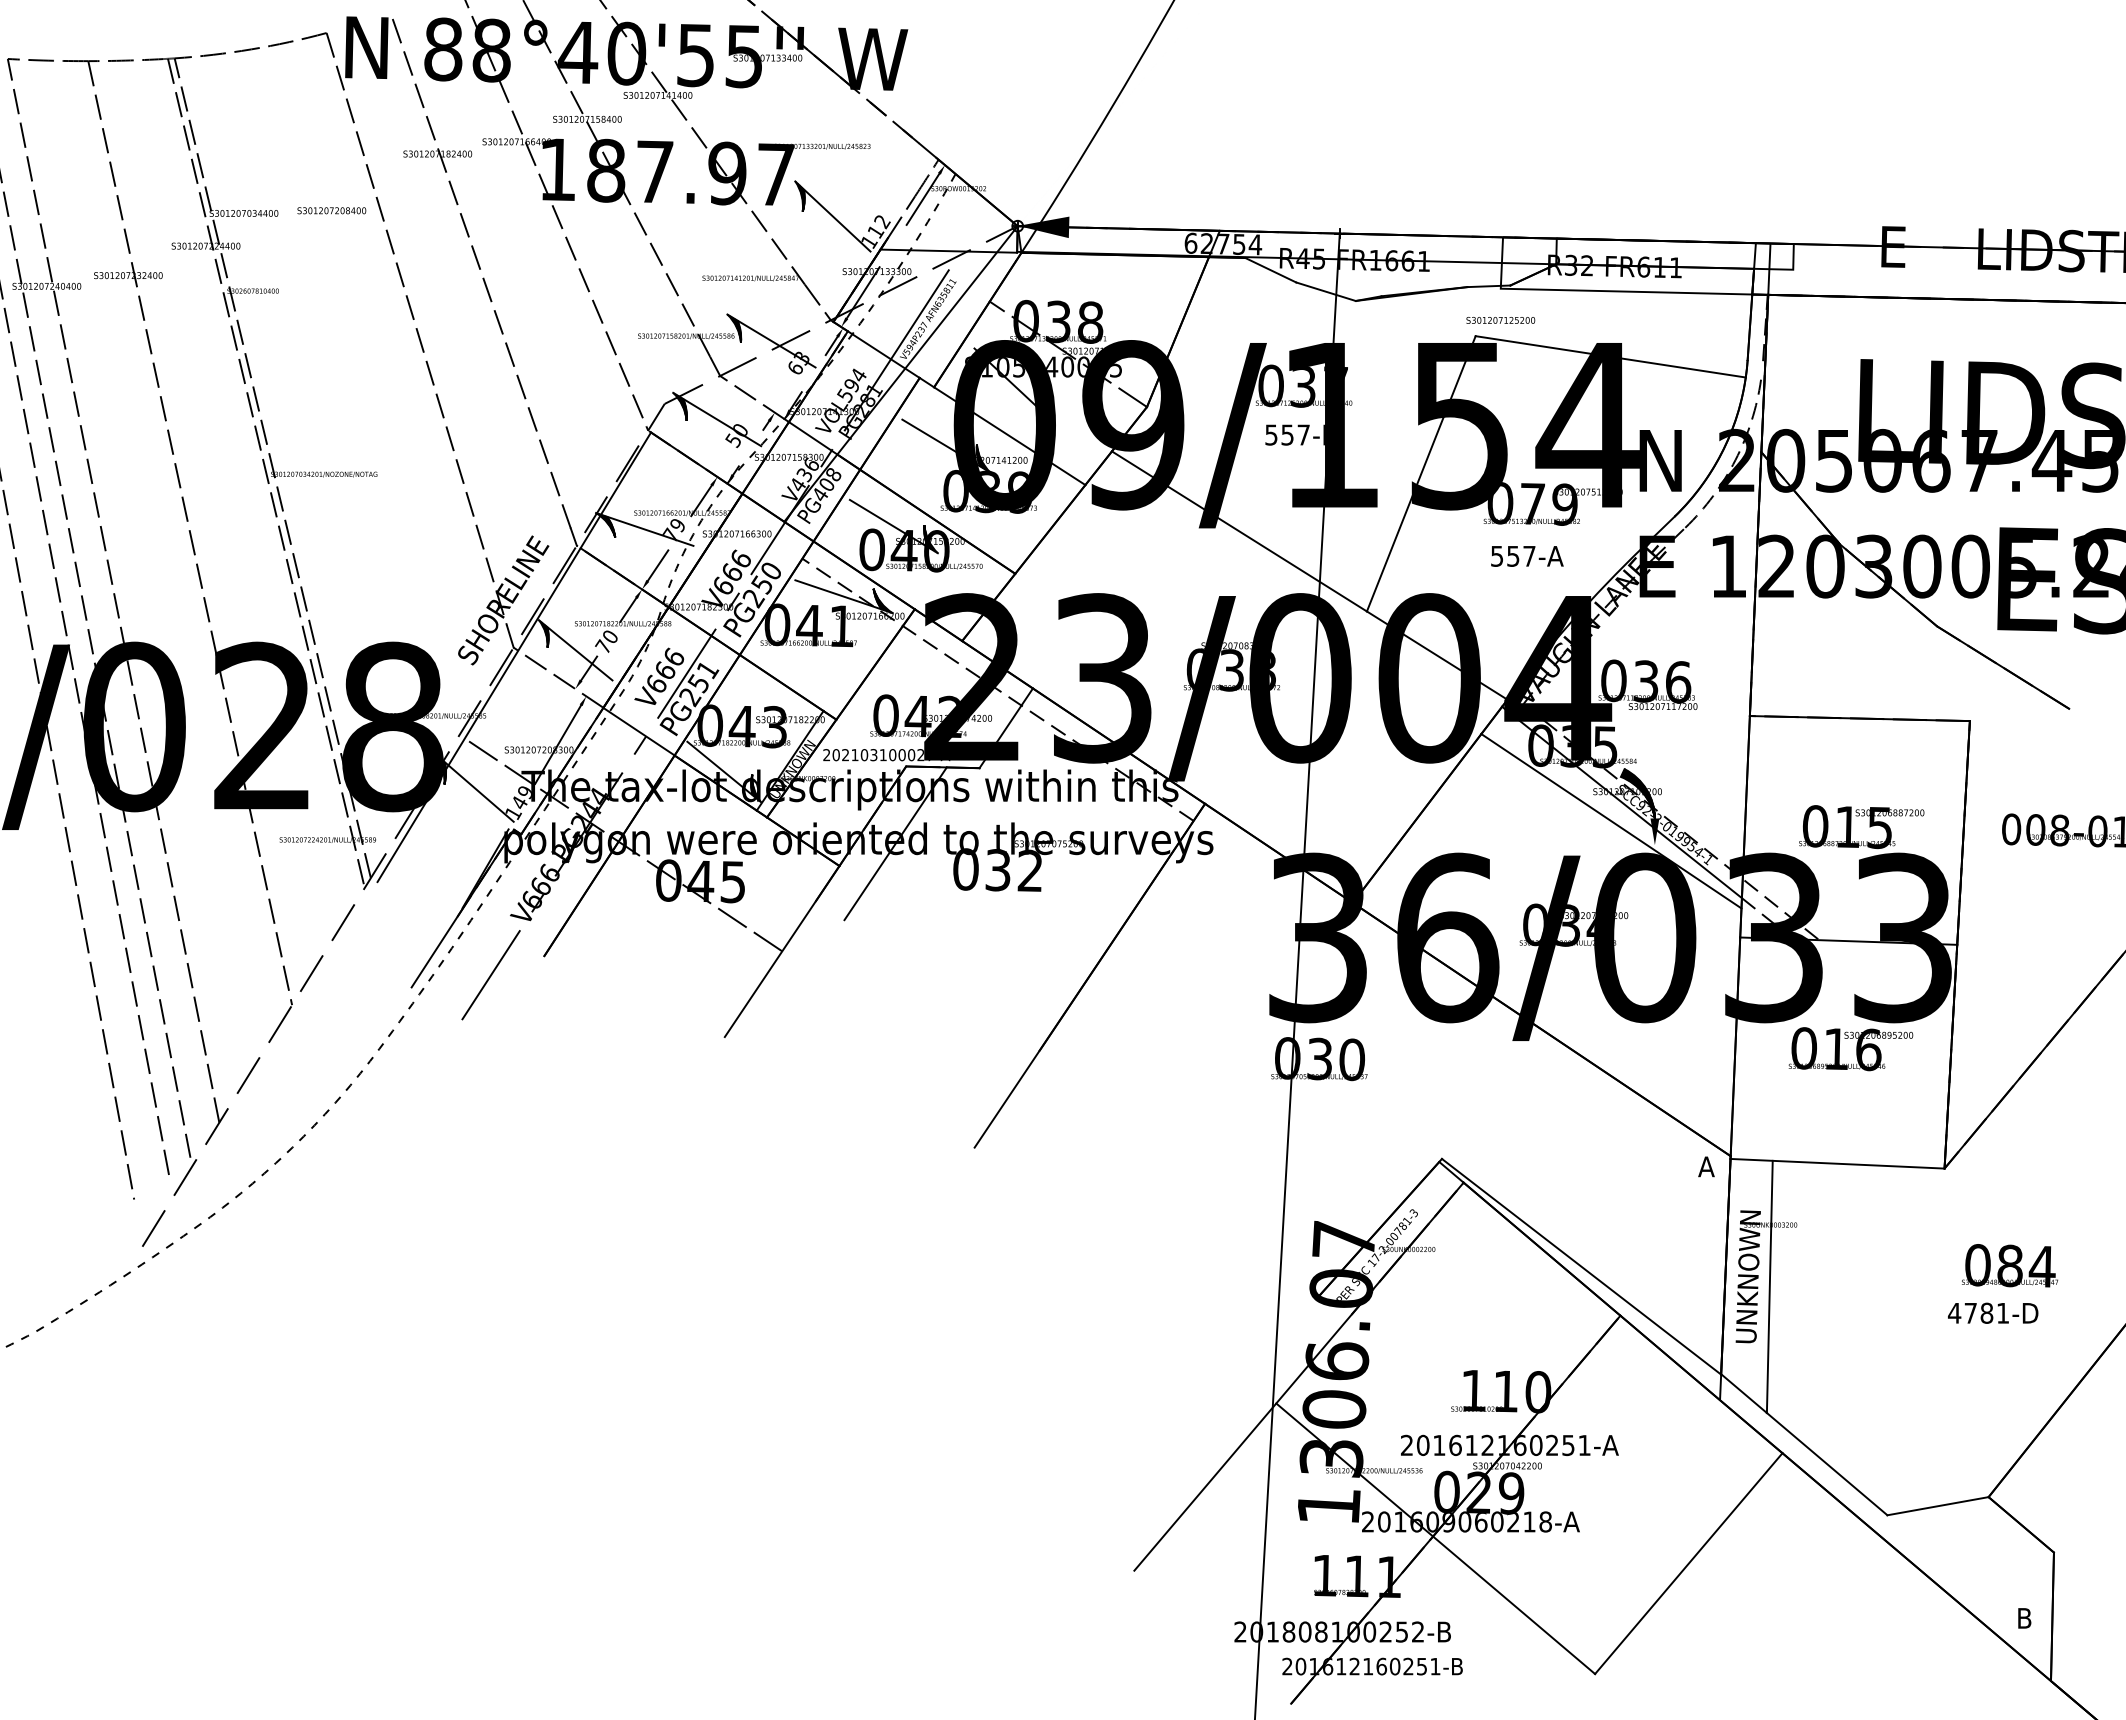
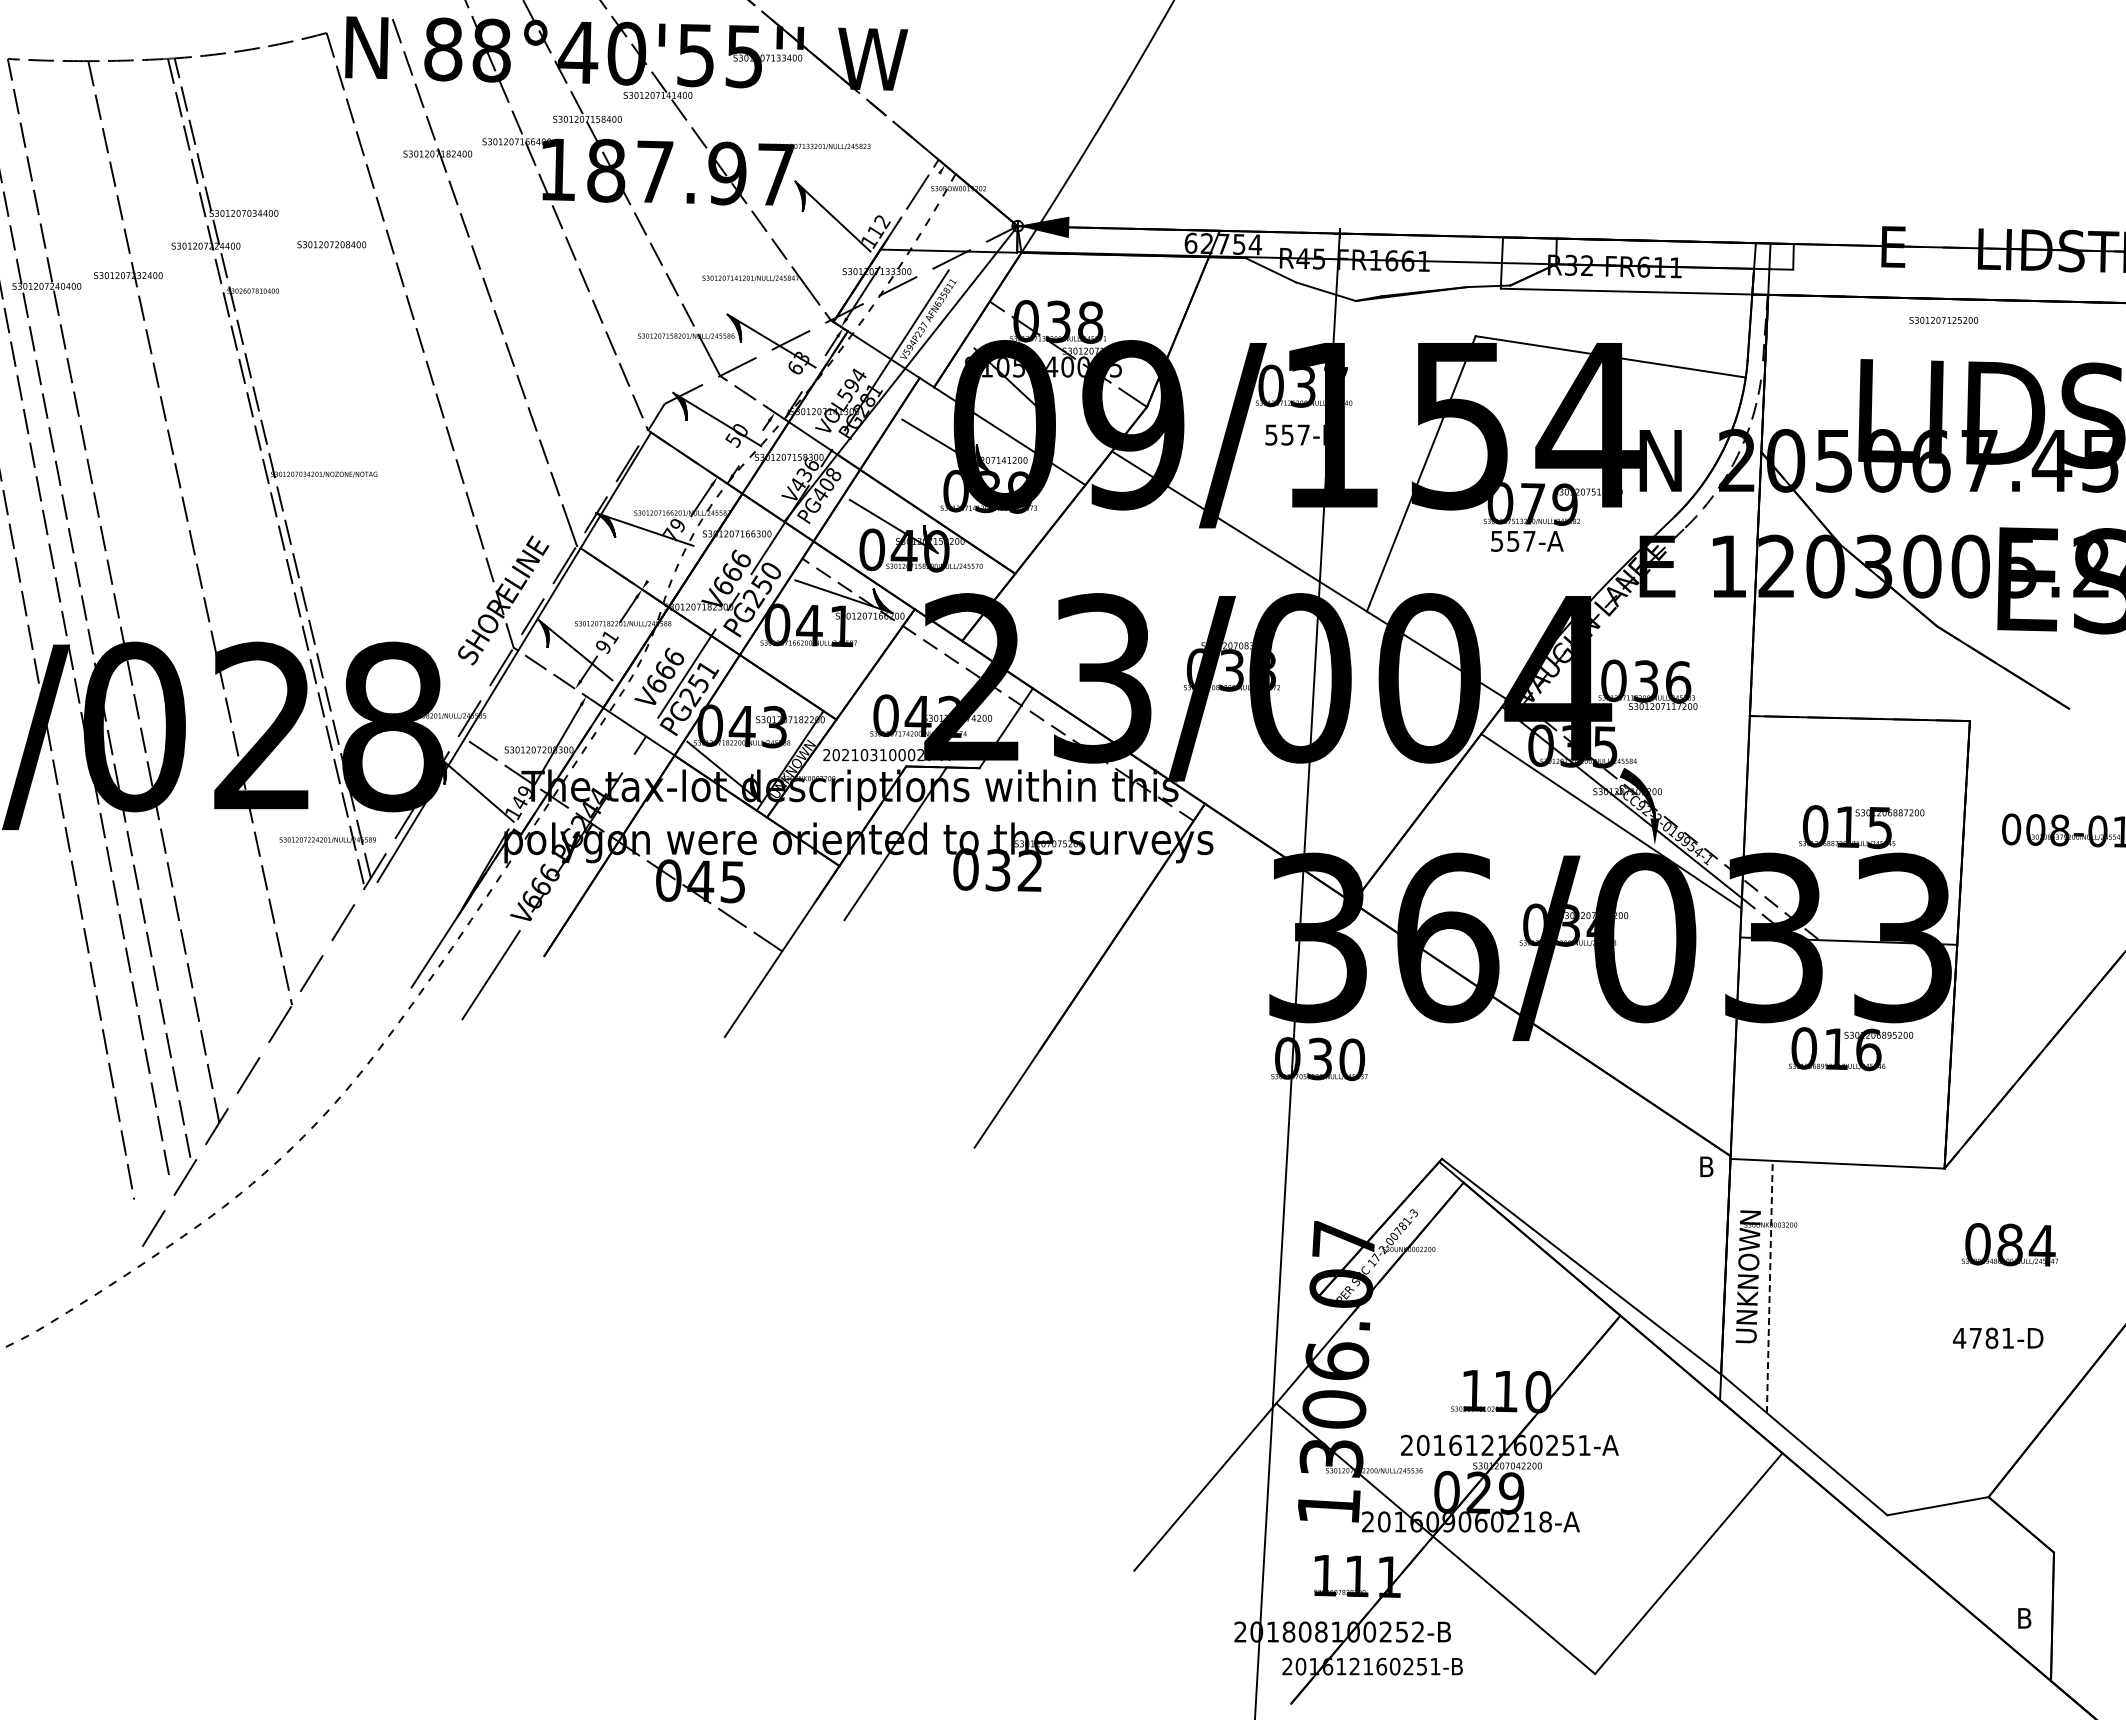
line at (922, 198): present -> none
text at (331, 210) position: (331, 210) -> (331, 244)
text at (1500, 320) position: (1500, 320) -> (1943, 320)
text at (1527, 556) position: (1527, 556) -> (1527, 541)
line at (657, 565): present -> none
text at (606, 642): 70 -> 91
text at (1706, 1166): A -> B
text at (2009, 1265) position: (2009, 1265) -> (2009, 1244)
line at (1769, 1286): solid -> dashed
text at (1993, 1312) position: (1993, 1312) -> (1998, 1337)
